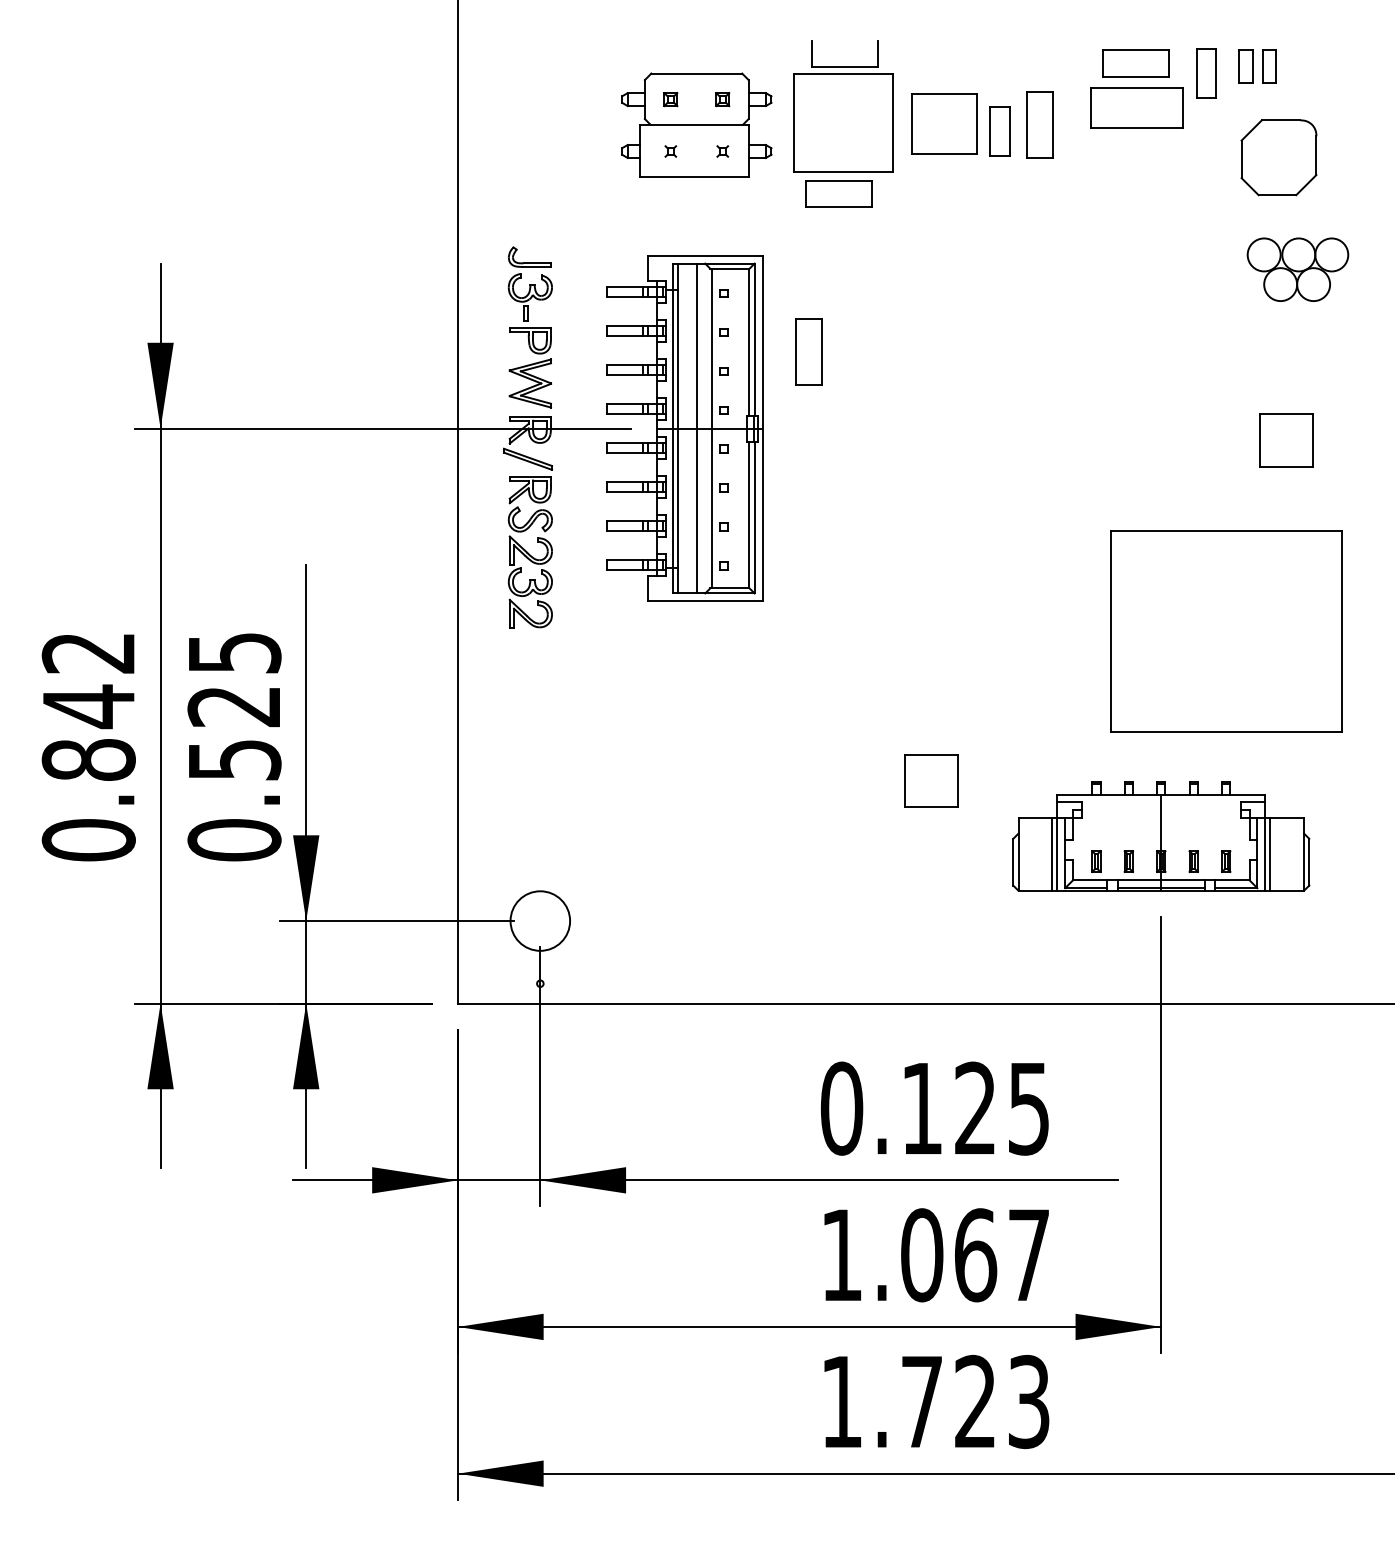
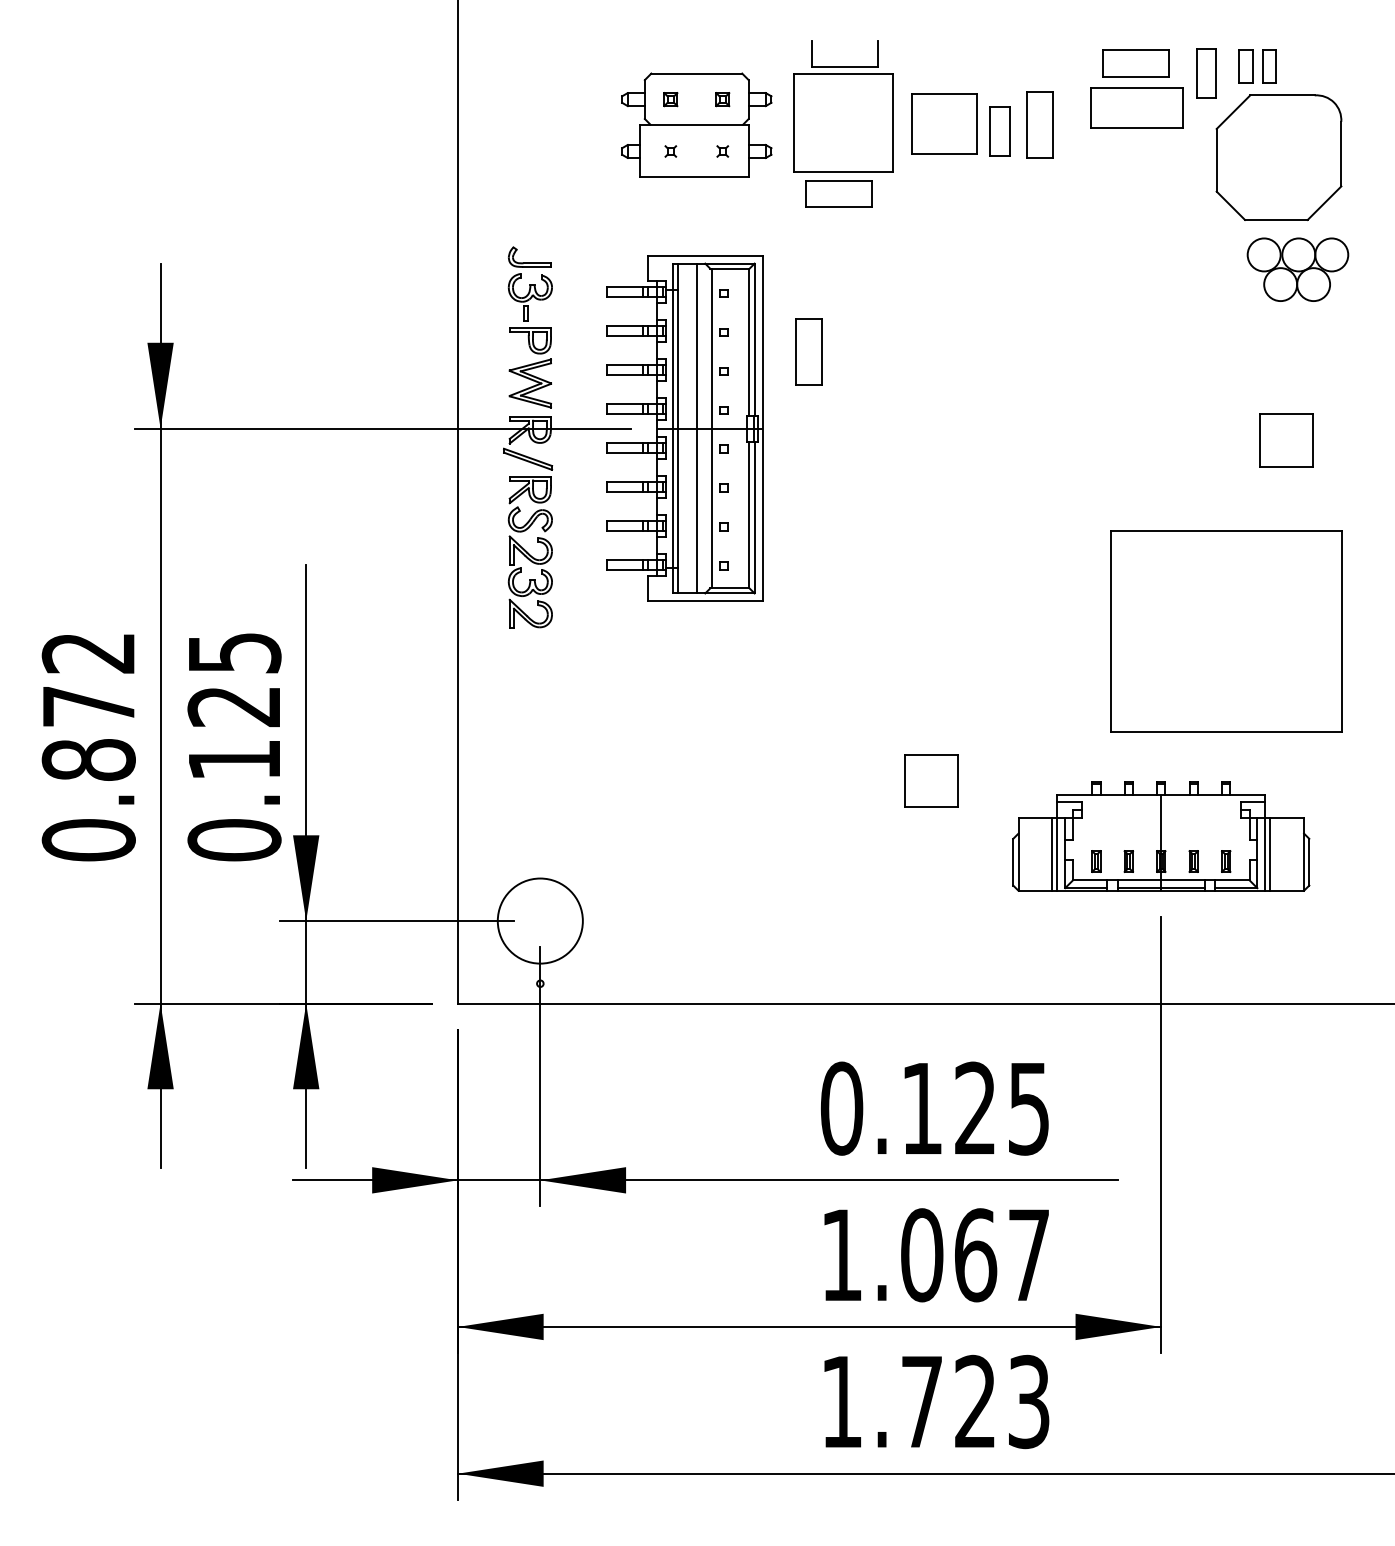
part at (1278, 157) size: 78x78 px -> 128x128 px
text at (88, 706): 0.842 -> 0.872
text at (235, 760): 0.525 -> 0.125
circle at (540, 920) diameter: 60 px -> 85 px
